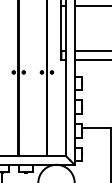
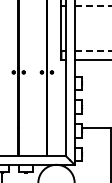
line at (93, 5): solid -> dashed
line at (93, 51): solid -> dashed
